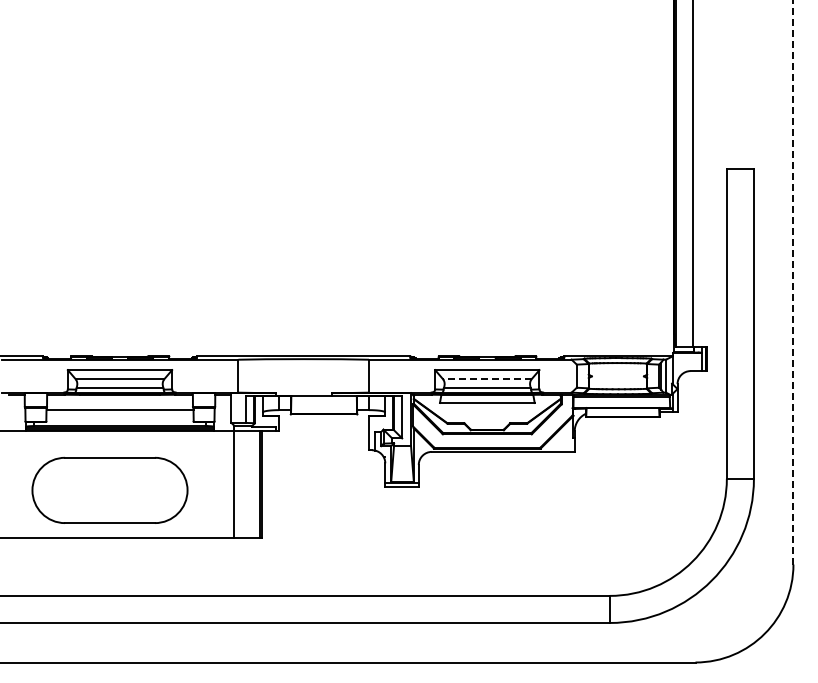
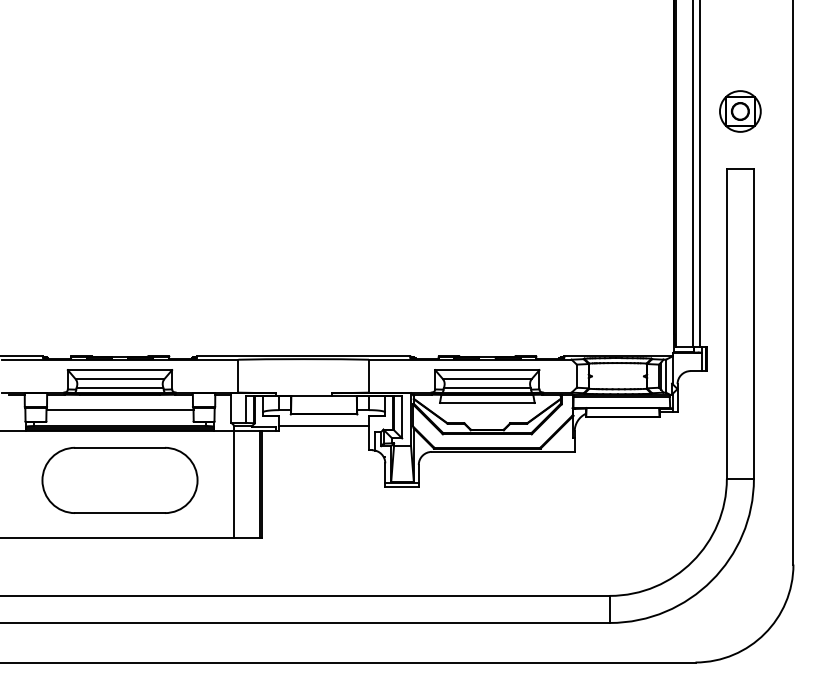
part at (740, 111): none -> present
line at (699, 174): none -> present
line at (793, 282): dashed -> solid
line at (486, 379): dashed -> solid
line at (323, 426): none -> present
part at (109, 489) position: (109, 489) -> (119, 479)
